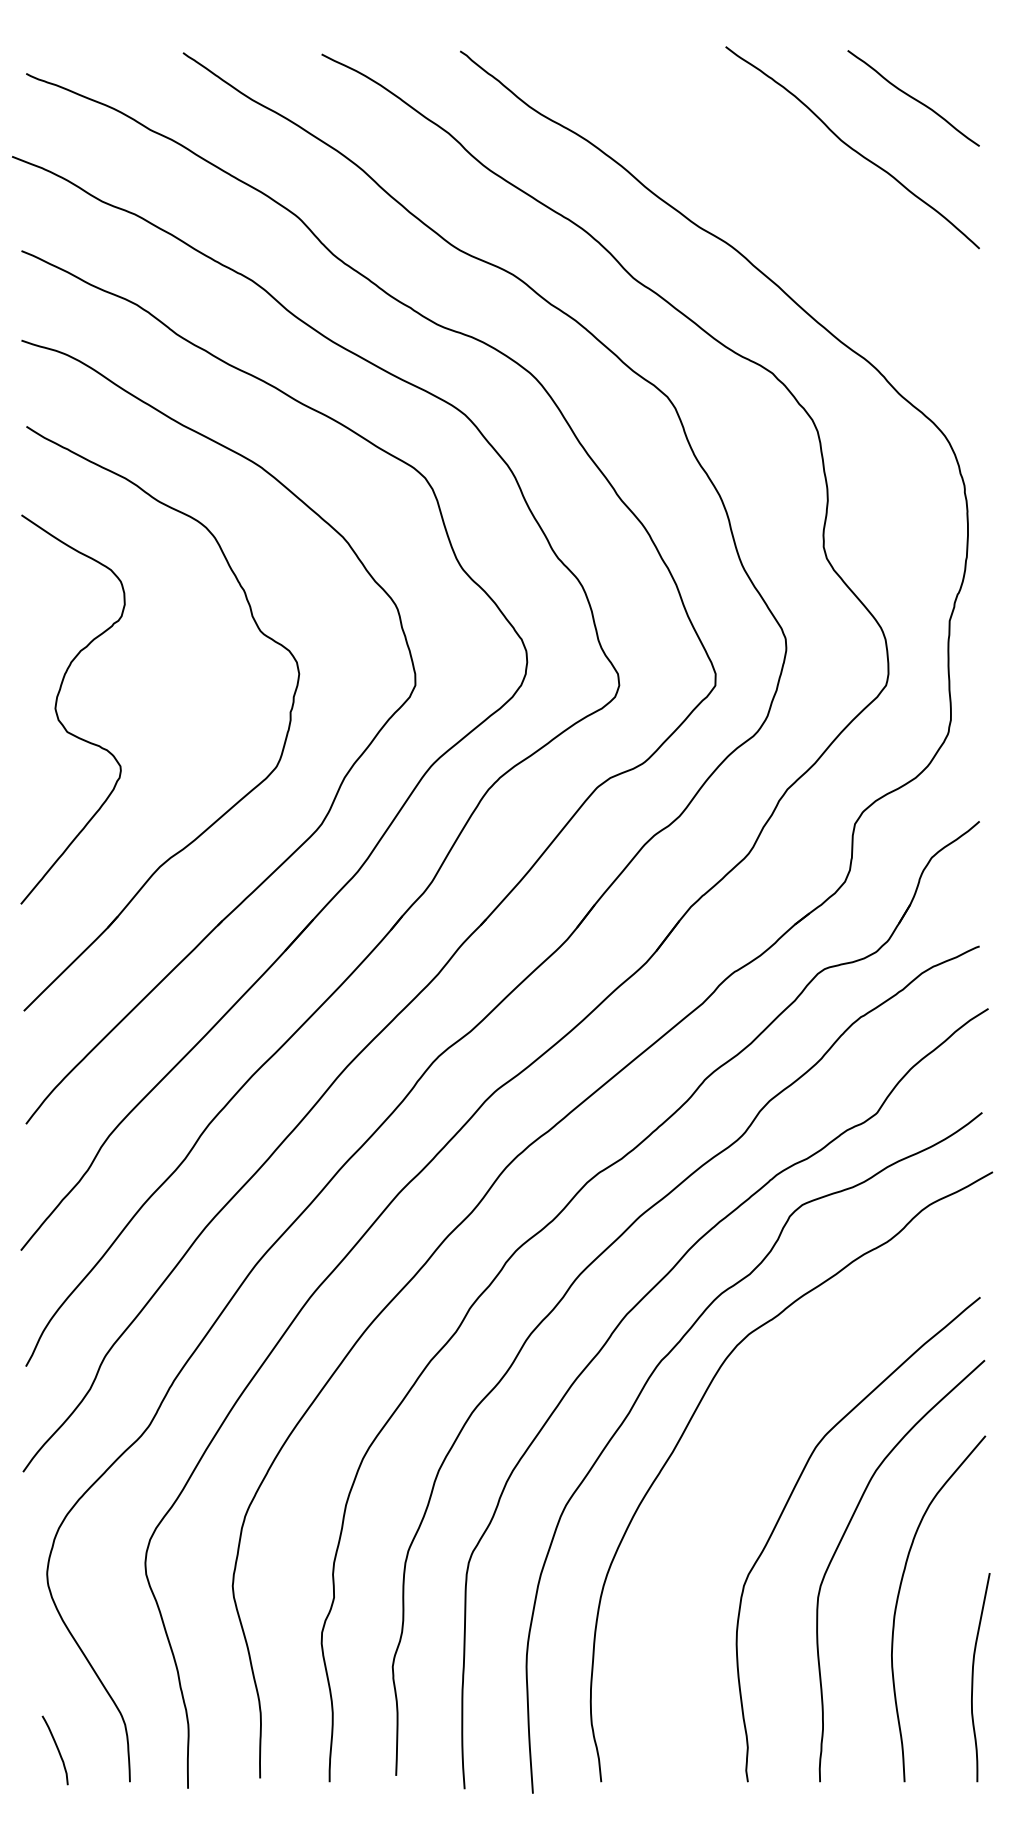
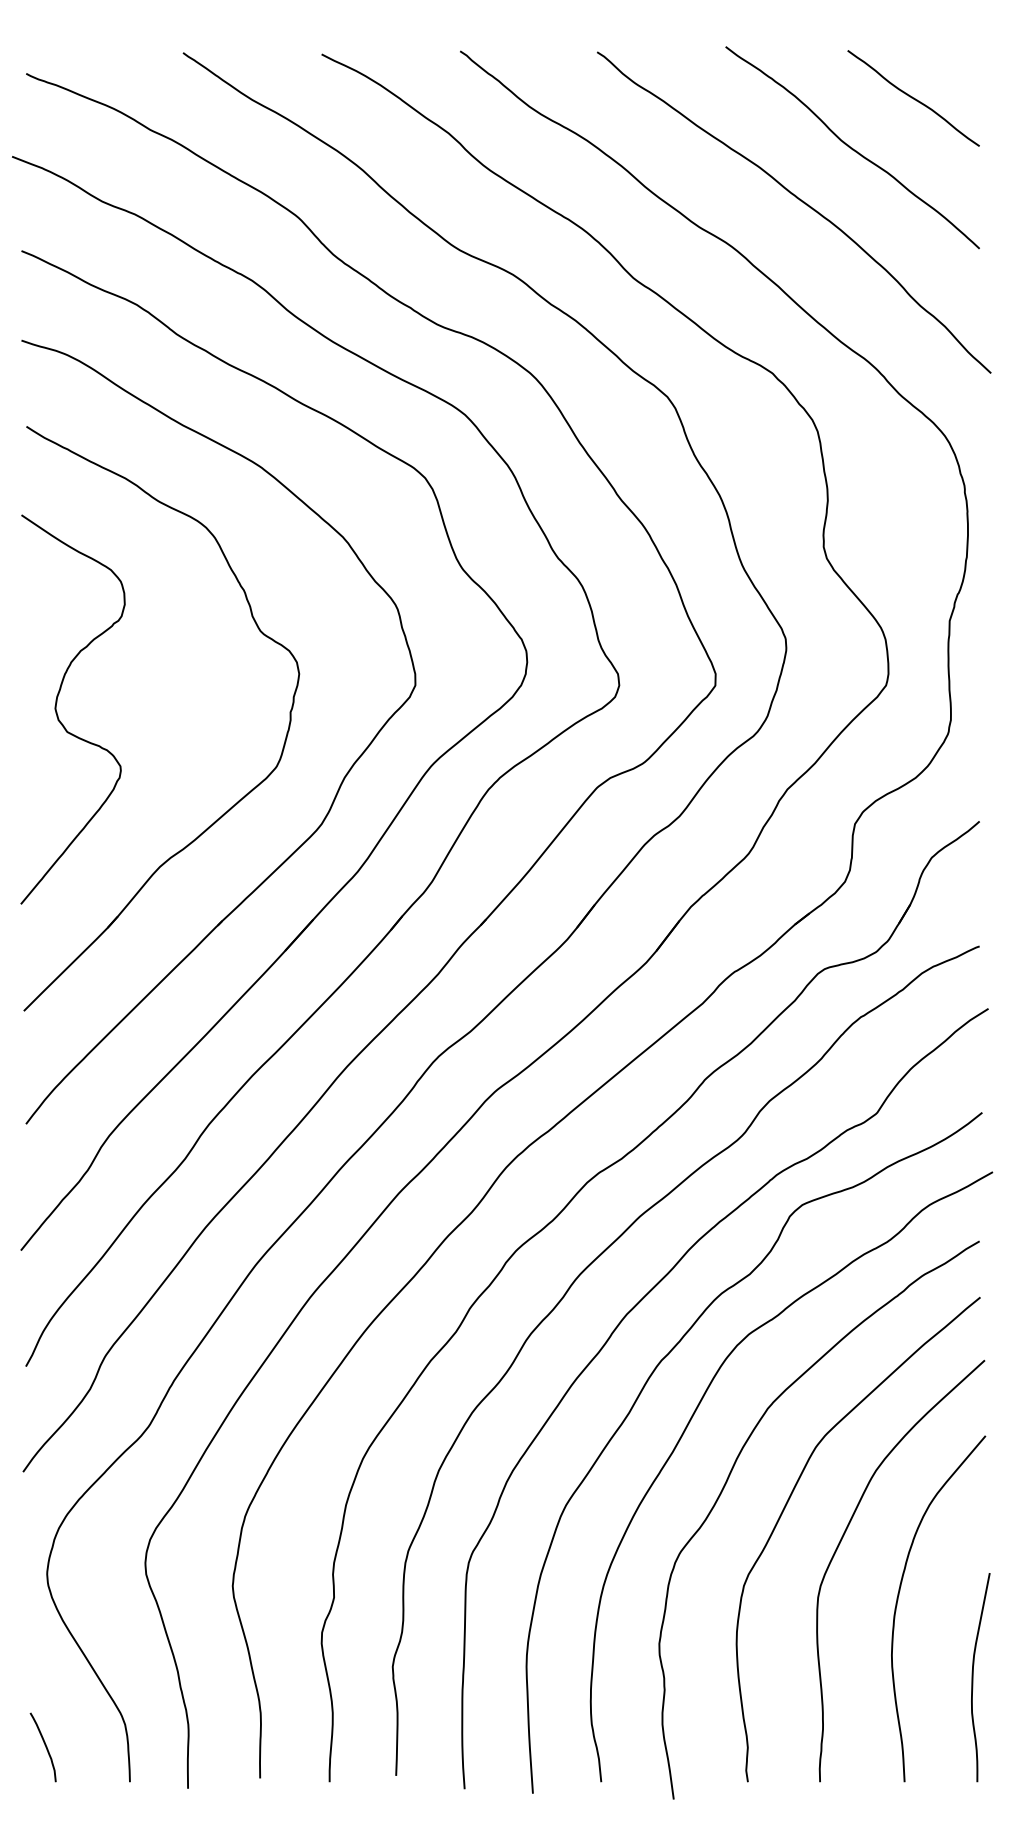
curve at (800, 201): none -> present
curve at (728, 1480): none -> present
curve at (56, 1748) position: (56, 1748) -> (44, 1745)
